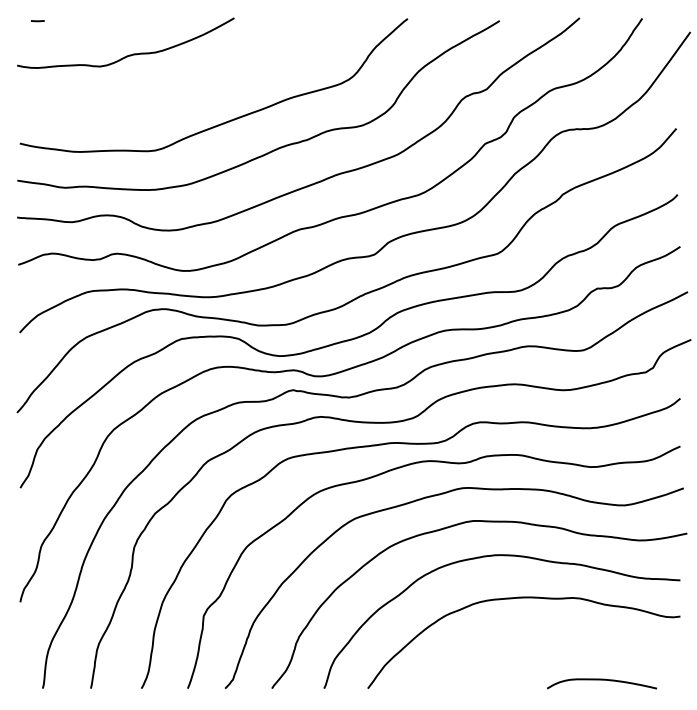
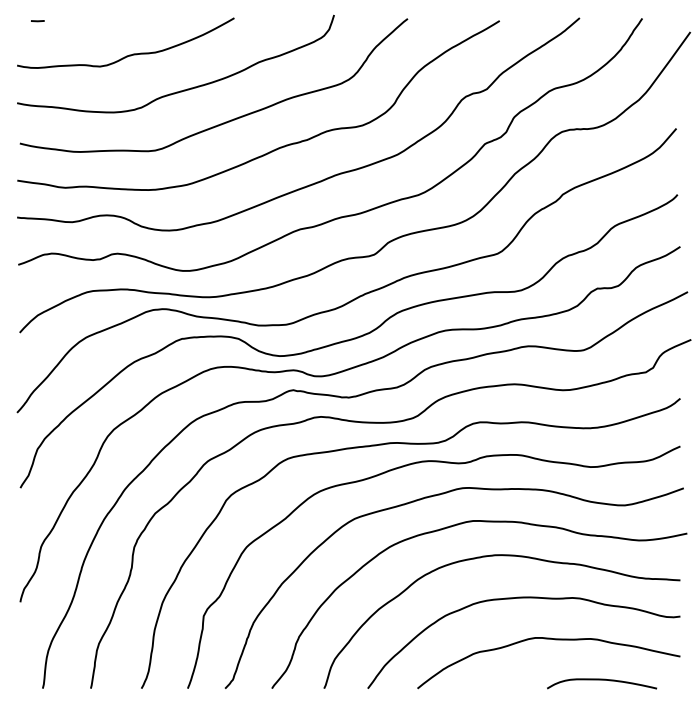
curve at (183, 89): none -> present
curve at (548, 639): none -> present
